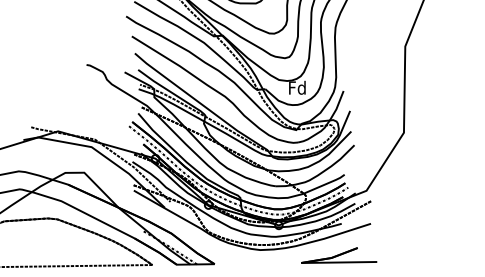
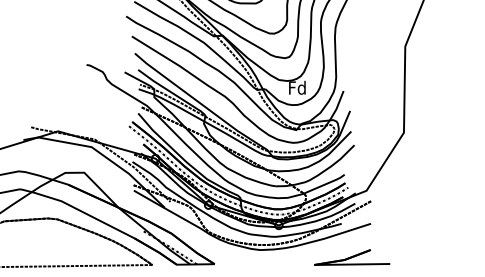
part at (339, 255) position: (339, 255) -> (352, 257)
